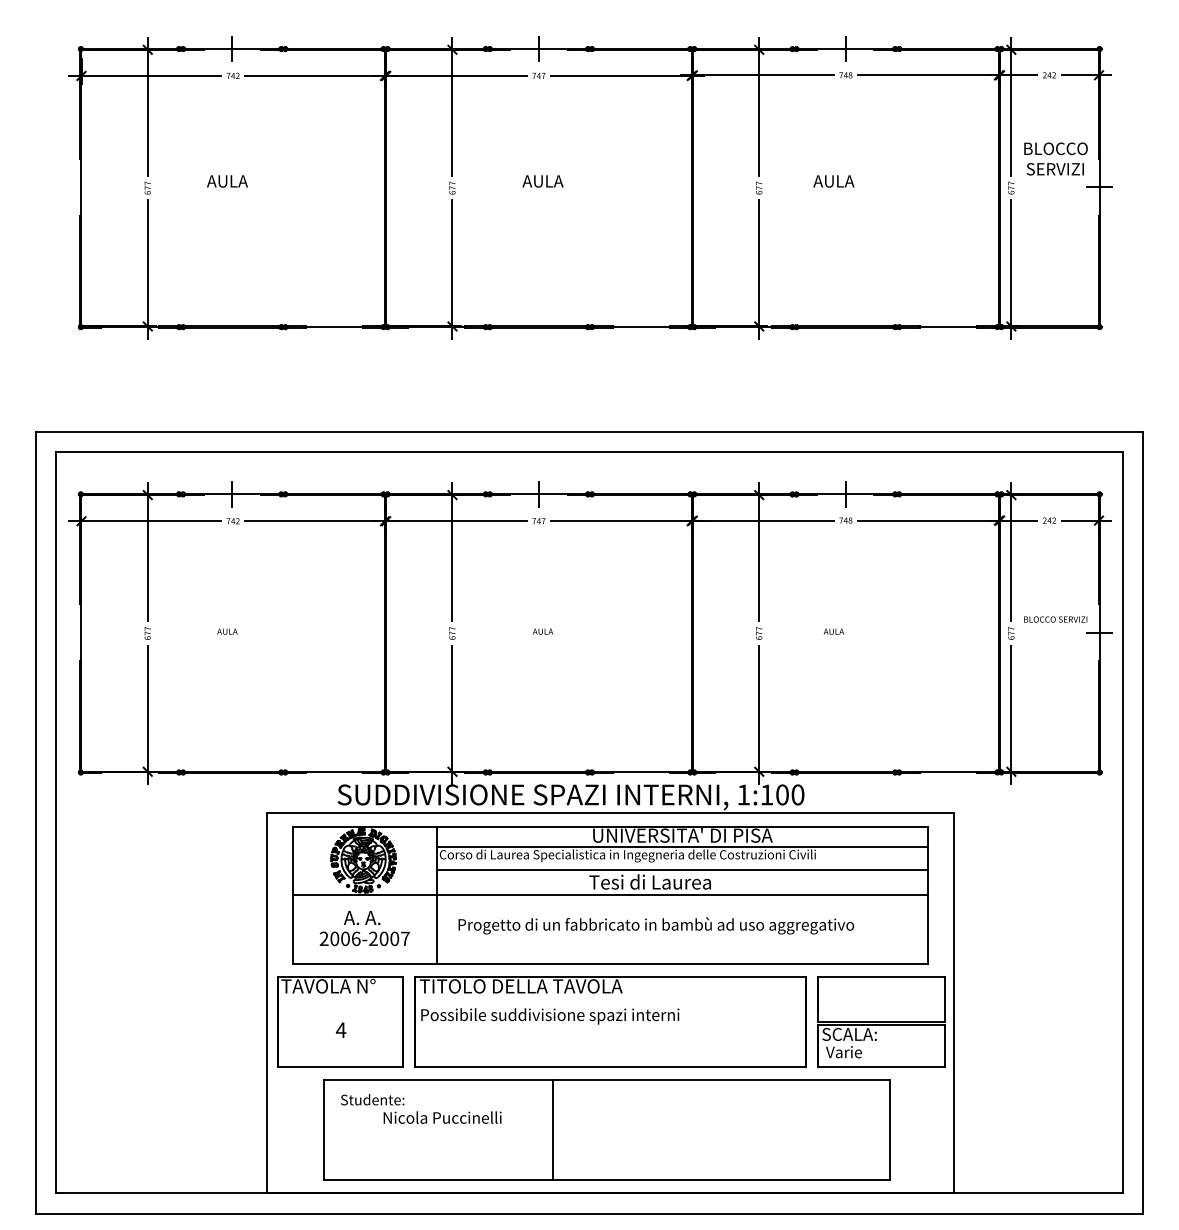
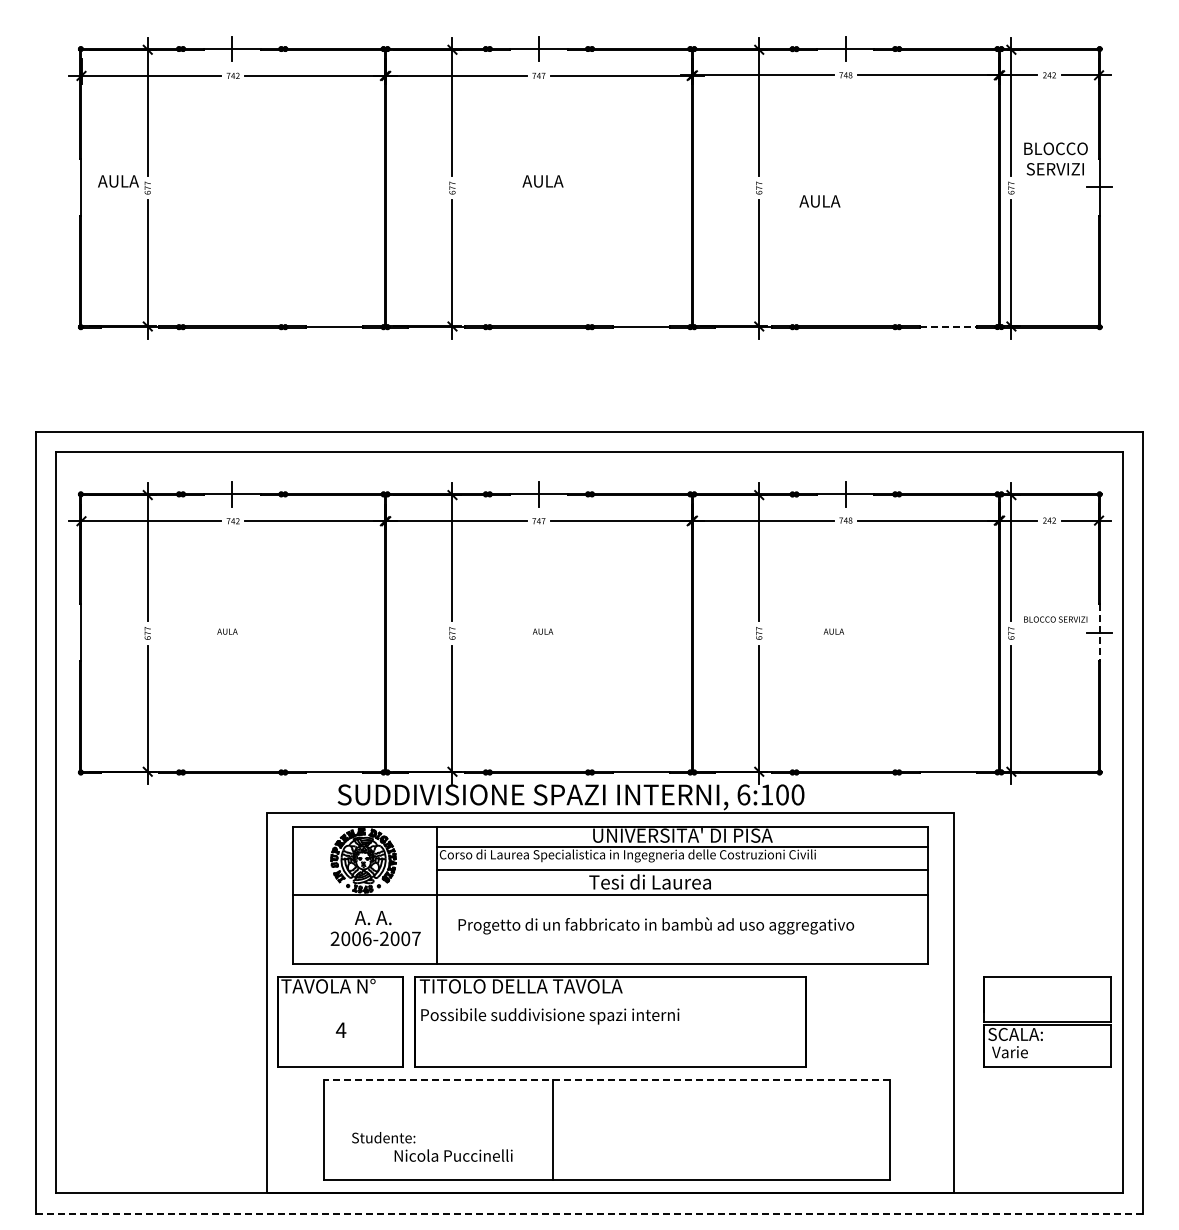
text at (227, 181) position: (227, 181) -> (118, 181)
text at (833, 181) position: (833, 181) -> (819, 201)
line at (948, 327): solid -> dashed
line at (1099, 632): solid -> dashed
text at (743, 794): 1:100 -> 6:100
text at (364, 928) position: (364, 928) -> (375, 928)
part at (881, 1021) position: (881, 1021) -> (1047, 1021)
line at (607, 1080): solid -> dashed
text at (421, 1108) position: (421, 1108) -> (432, 1146)
line at (589, 1213): solid -> dashed
